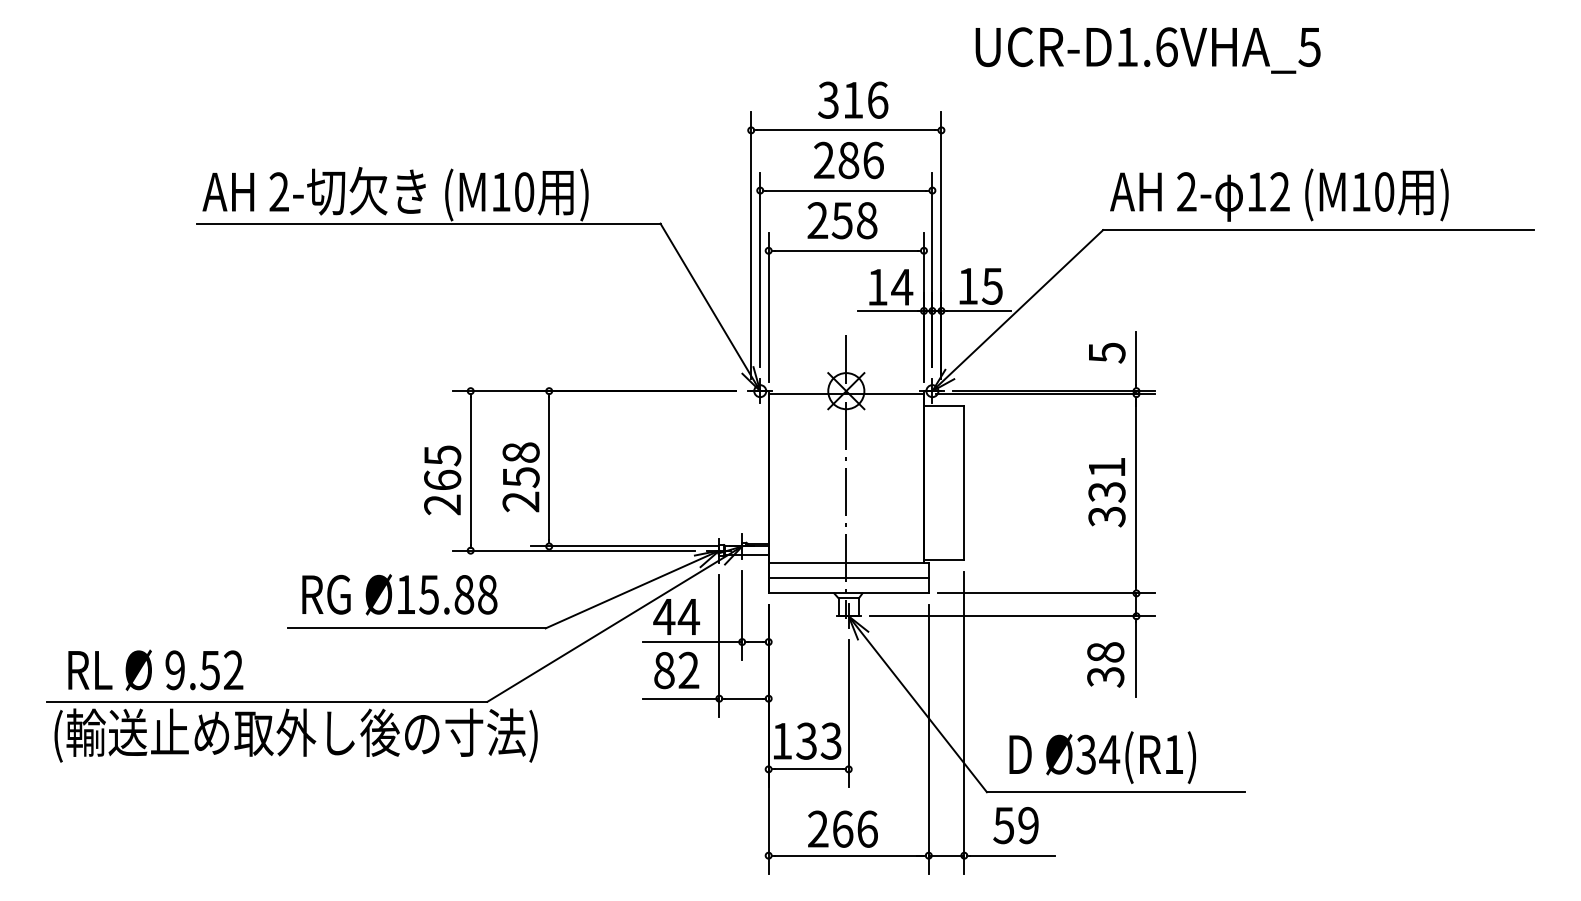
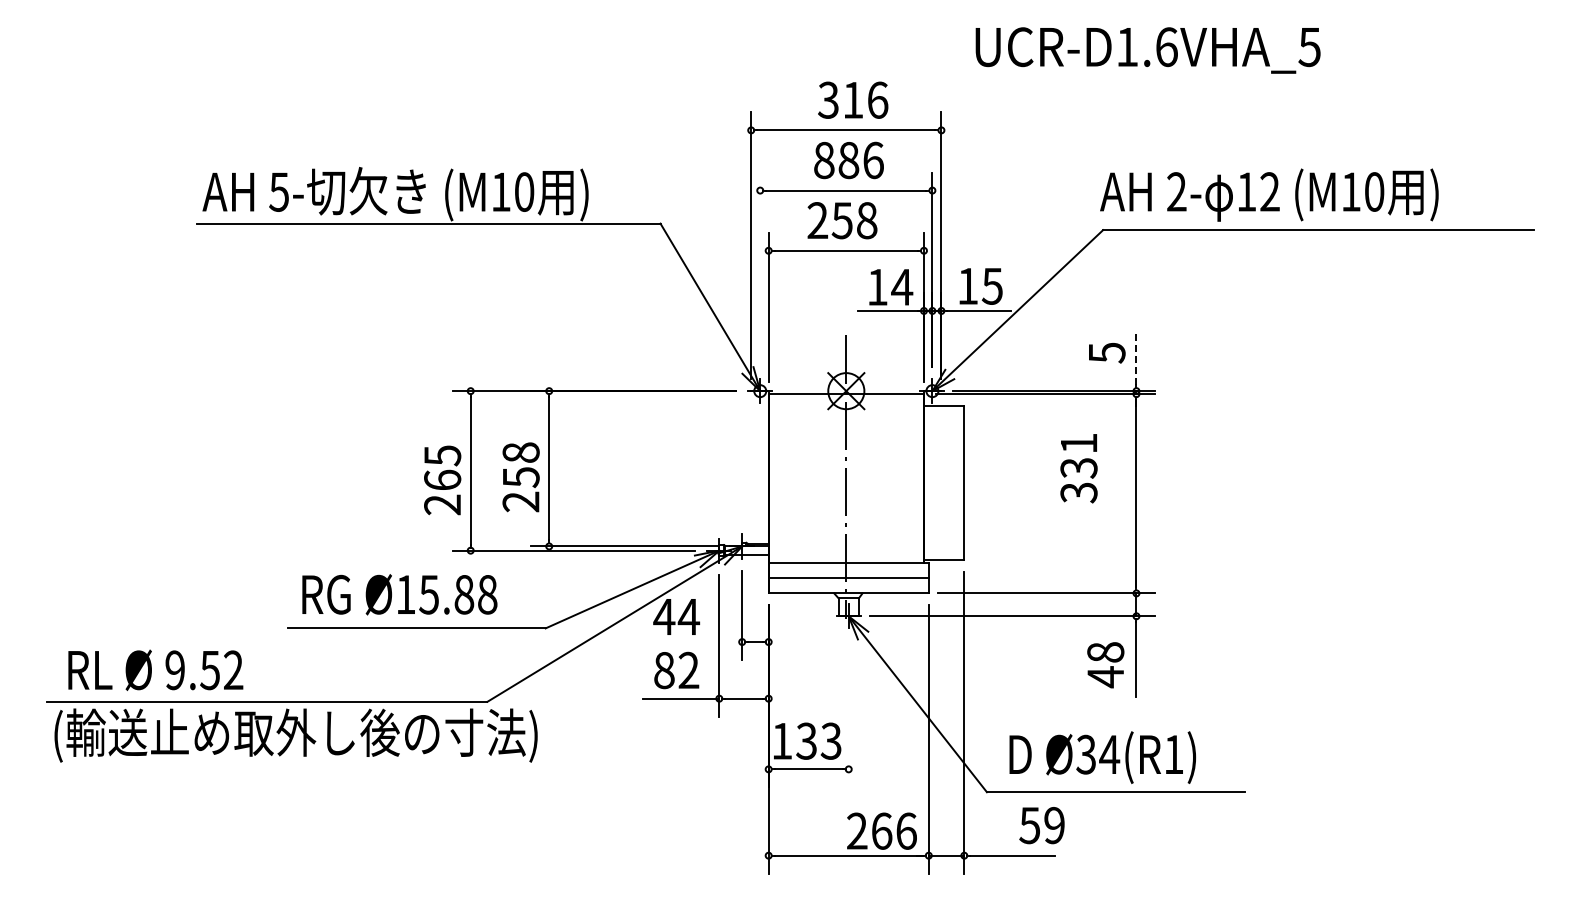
text at (824, 160): 286 -> 886
text at (278, 191): 2- -> 5-
text at (1279, 194) position: (1279, 194) -> (1269, 194)
line at (760, 269): present -> none
line at (1136, 358): solid -> dashed
text at (1106, 492) position: (1106, 492) -> (1078, 468)
line at (692, 642): present -> none
text at (1105, 677): 38 -> 48
line at (848, 713): present -> none
text at (1015, 825) position: (1015, 825) -> (1041, 825)
text at (842, 828) position: (842, 828) -> (881, 830)
